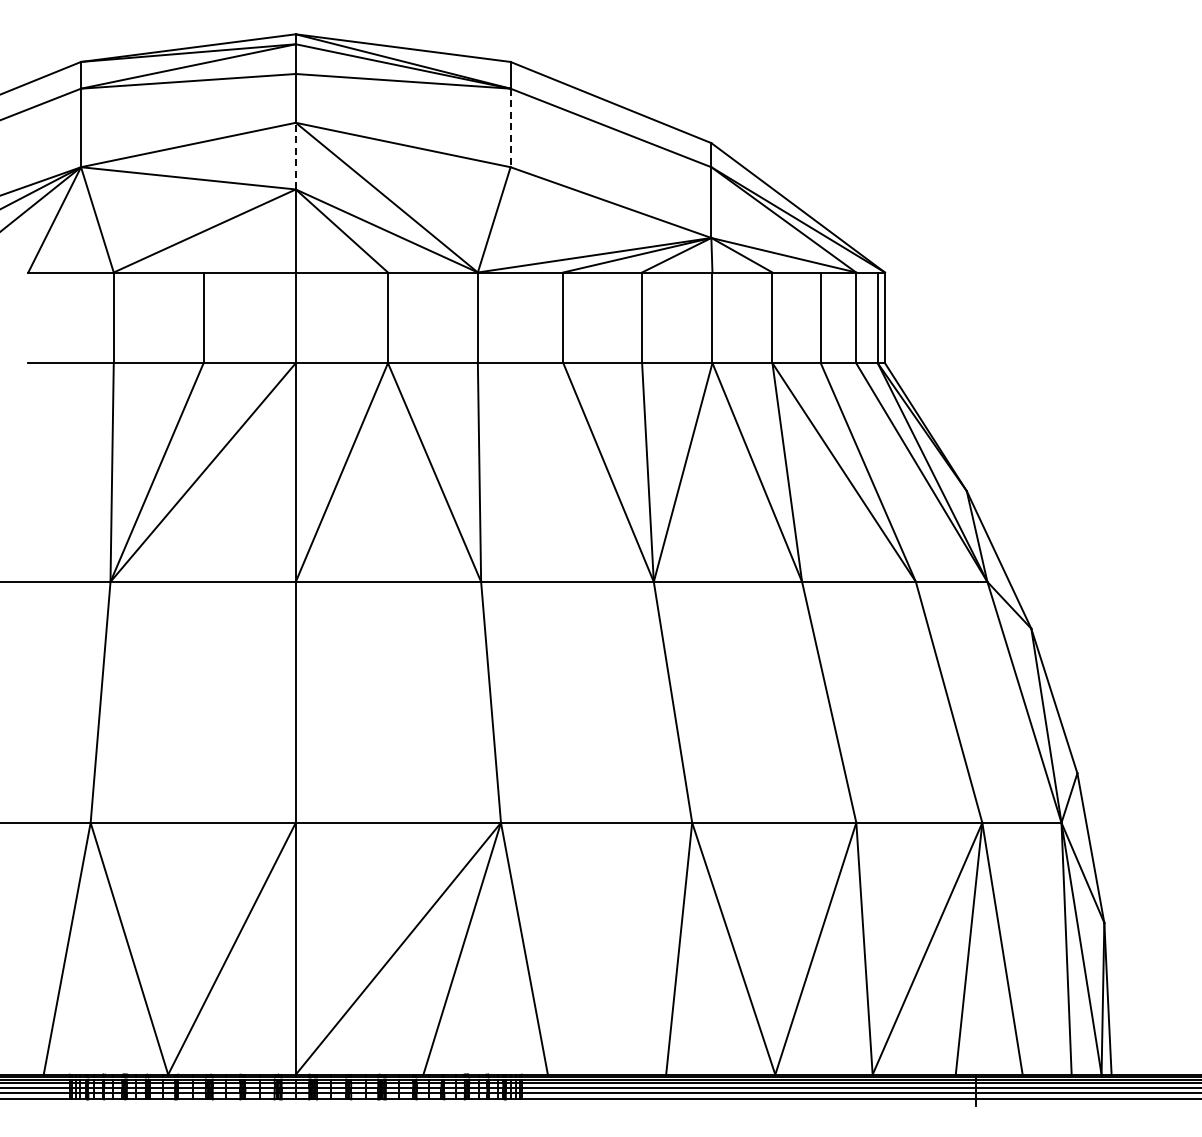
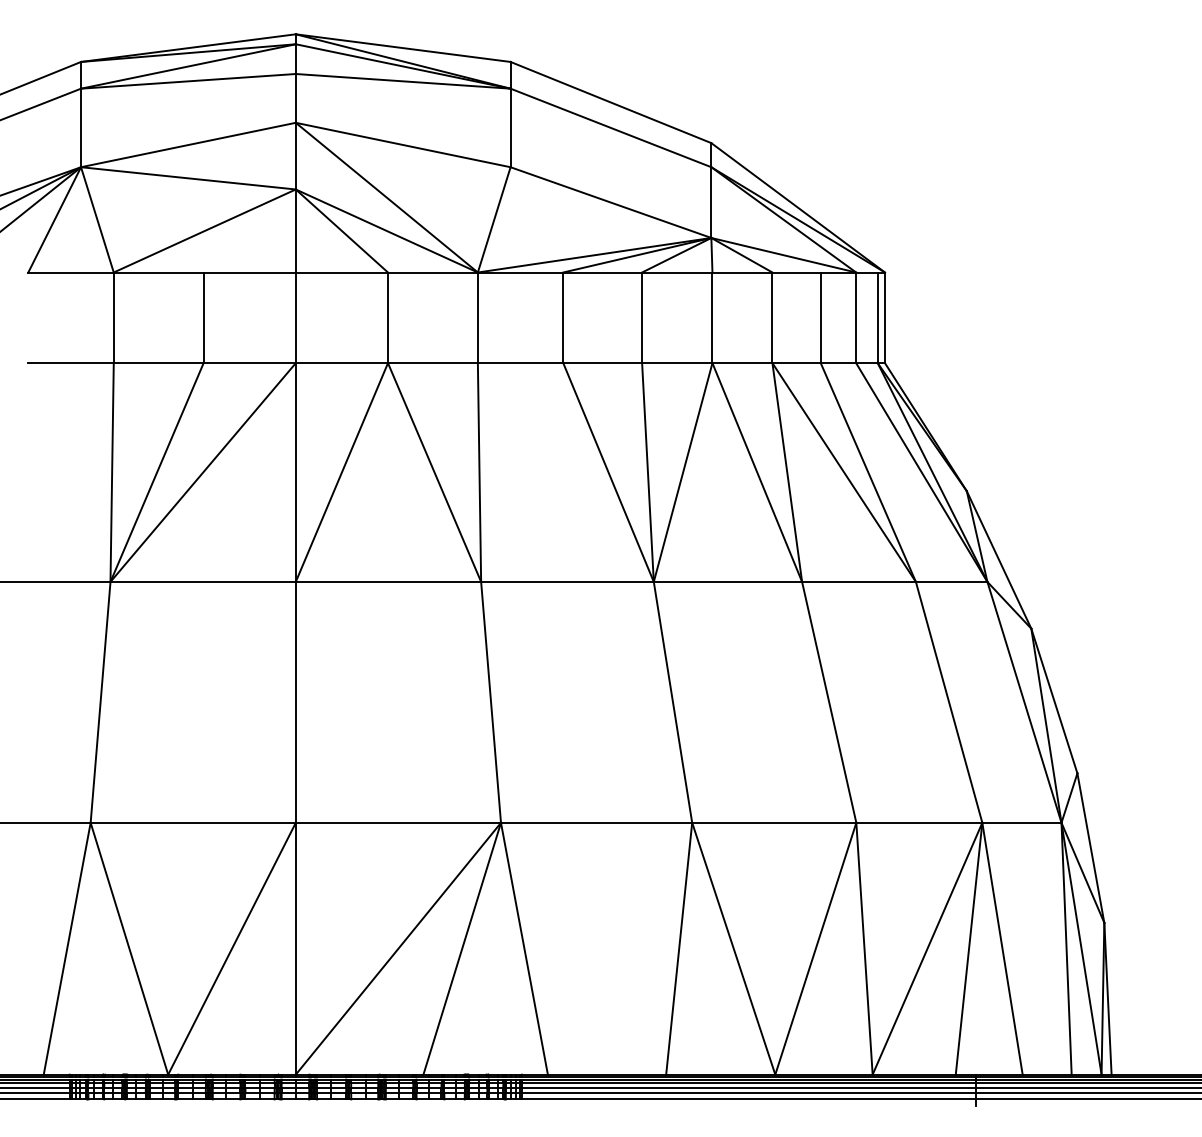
line at (510, 128): dashed -> solid
line at (295, 155): dashed -> solid
